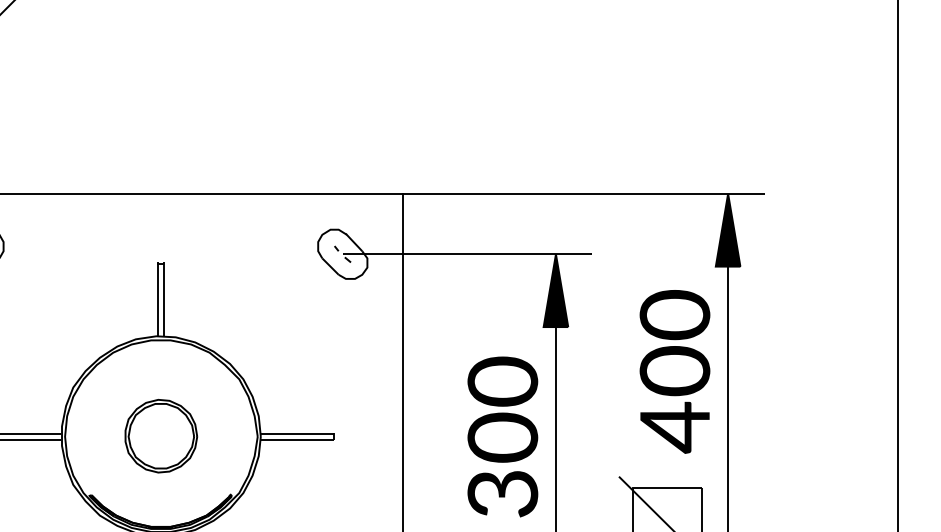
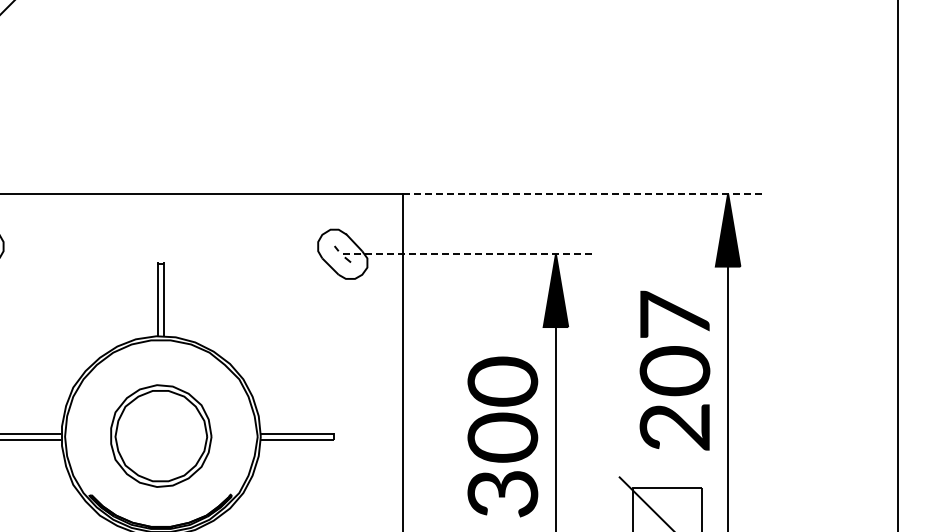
line at (584, 193): solid -> dashed
line at (467, 254): solid -> dashed
text at (674, 371): 400 -> 207
part at (161, 436) size: 75x75 px -> 103x104 px
